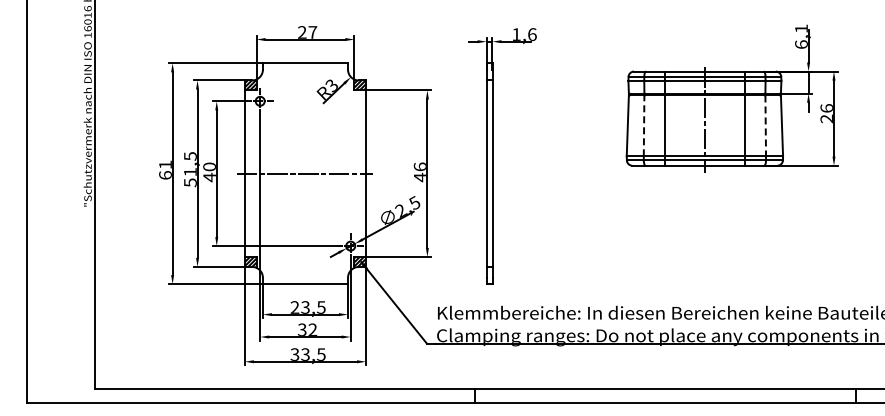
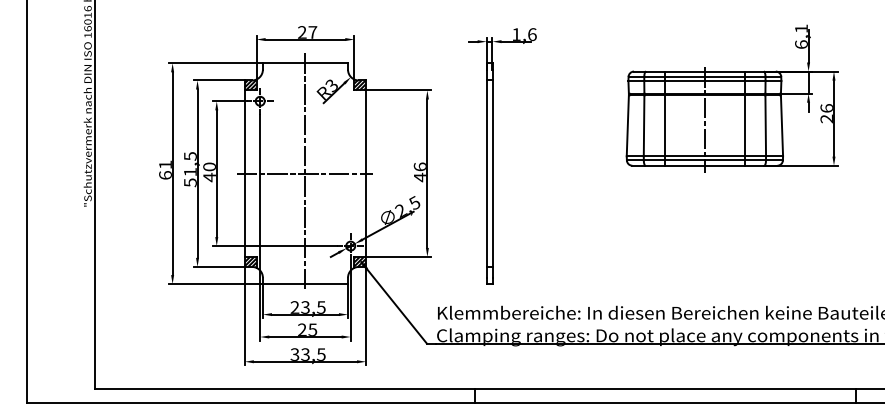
line at (644, 125): dashed -> solid
line at (765, 126): dashed -> solid
line at (305, 171): none -> present
text at (307, 329): 32 -> 25
